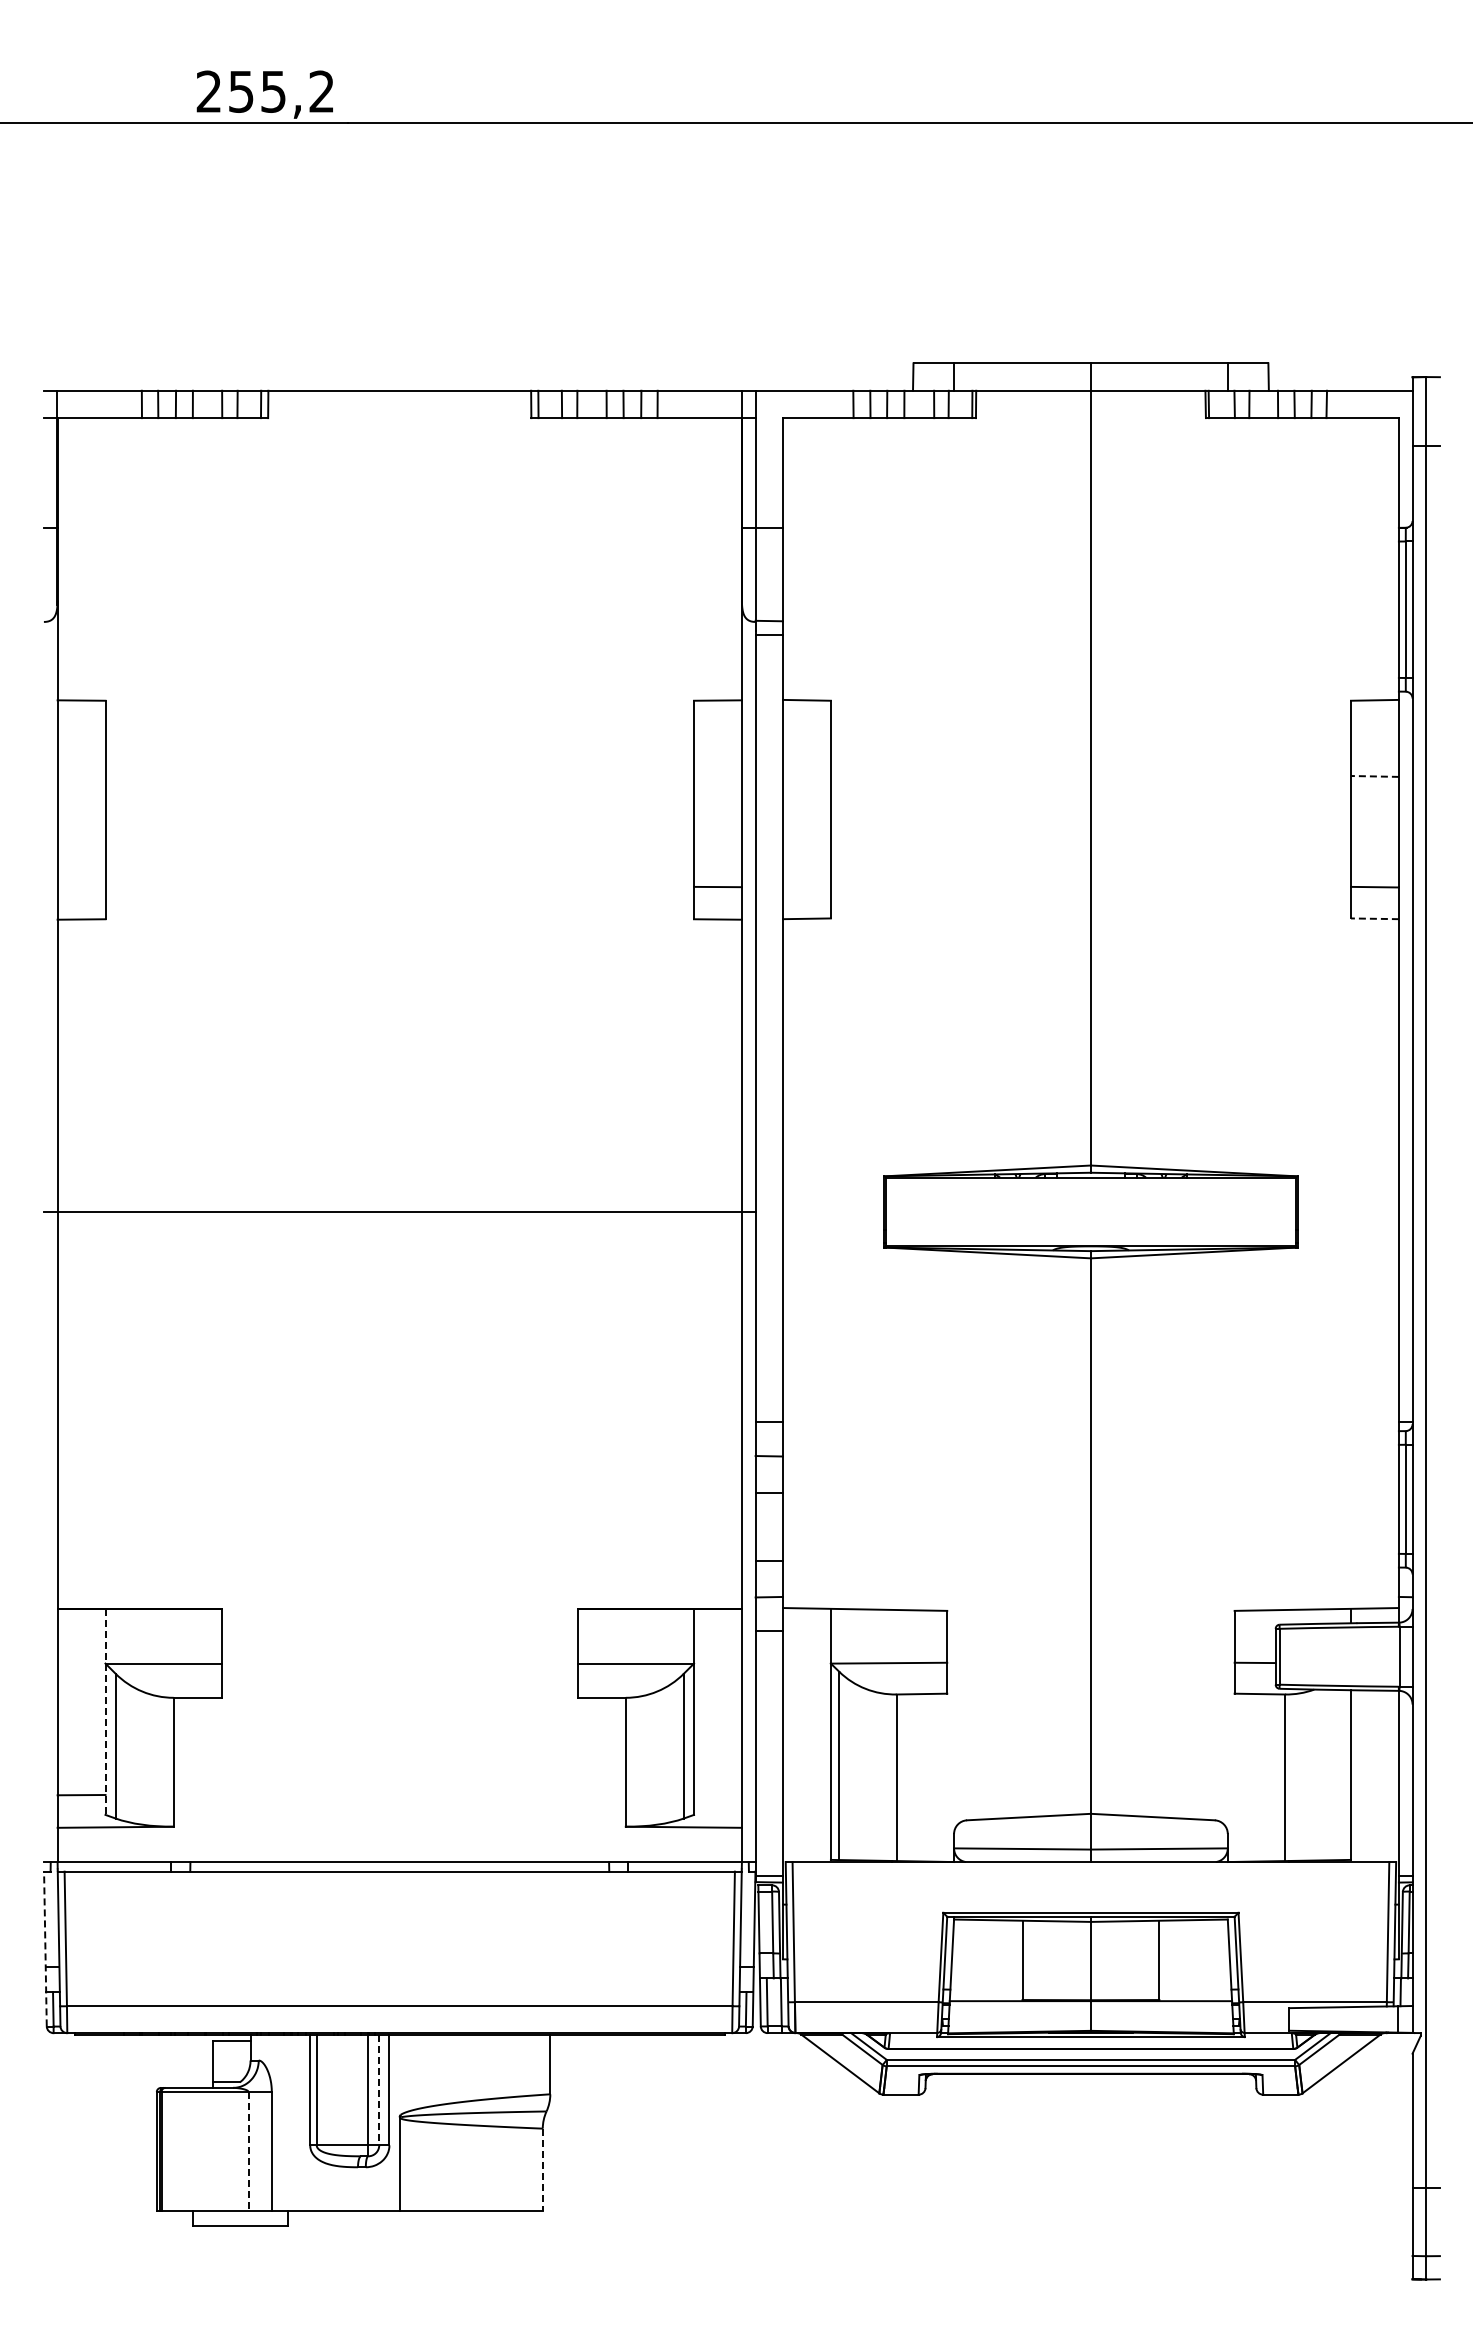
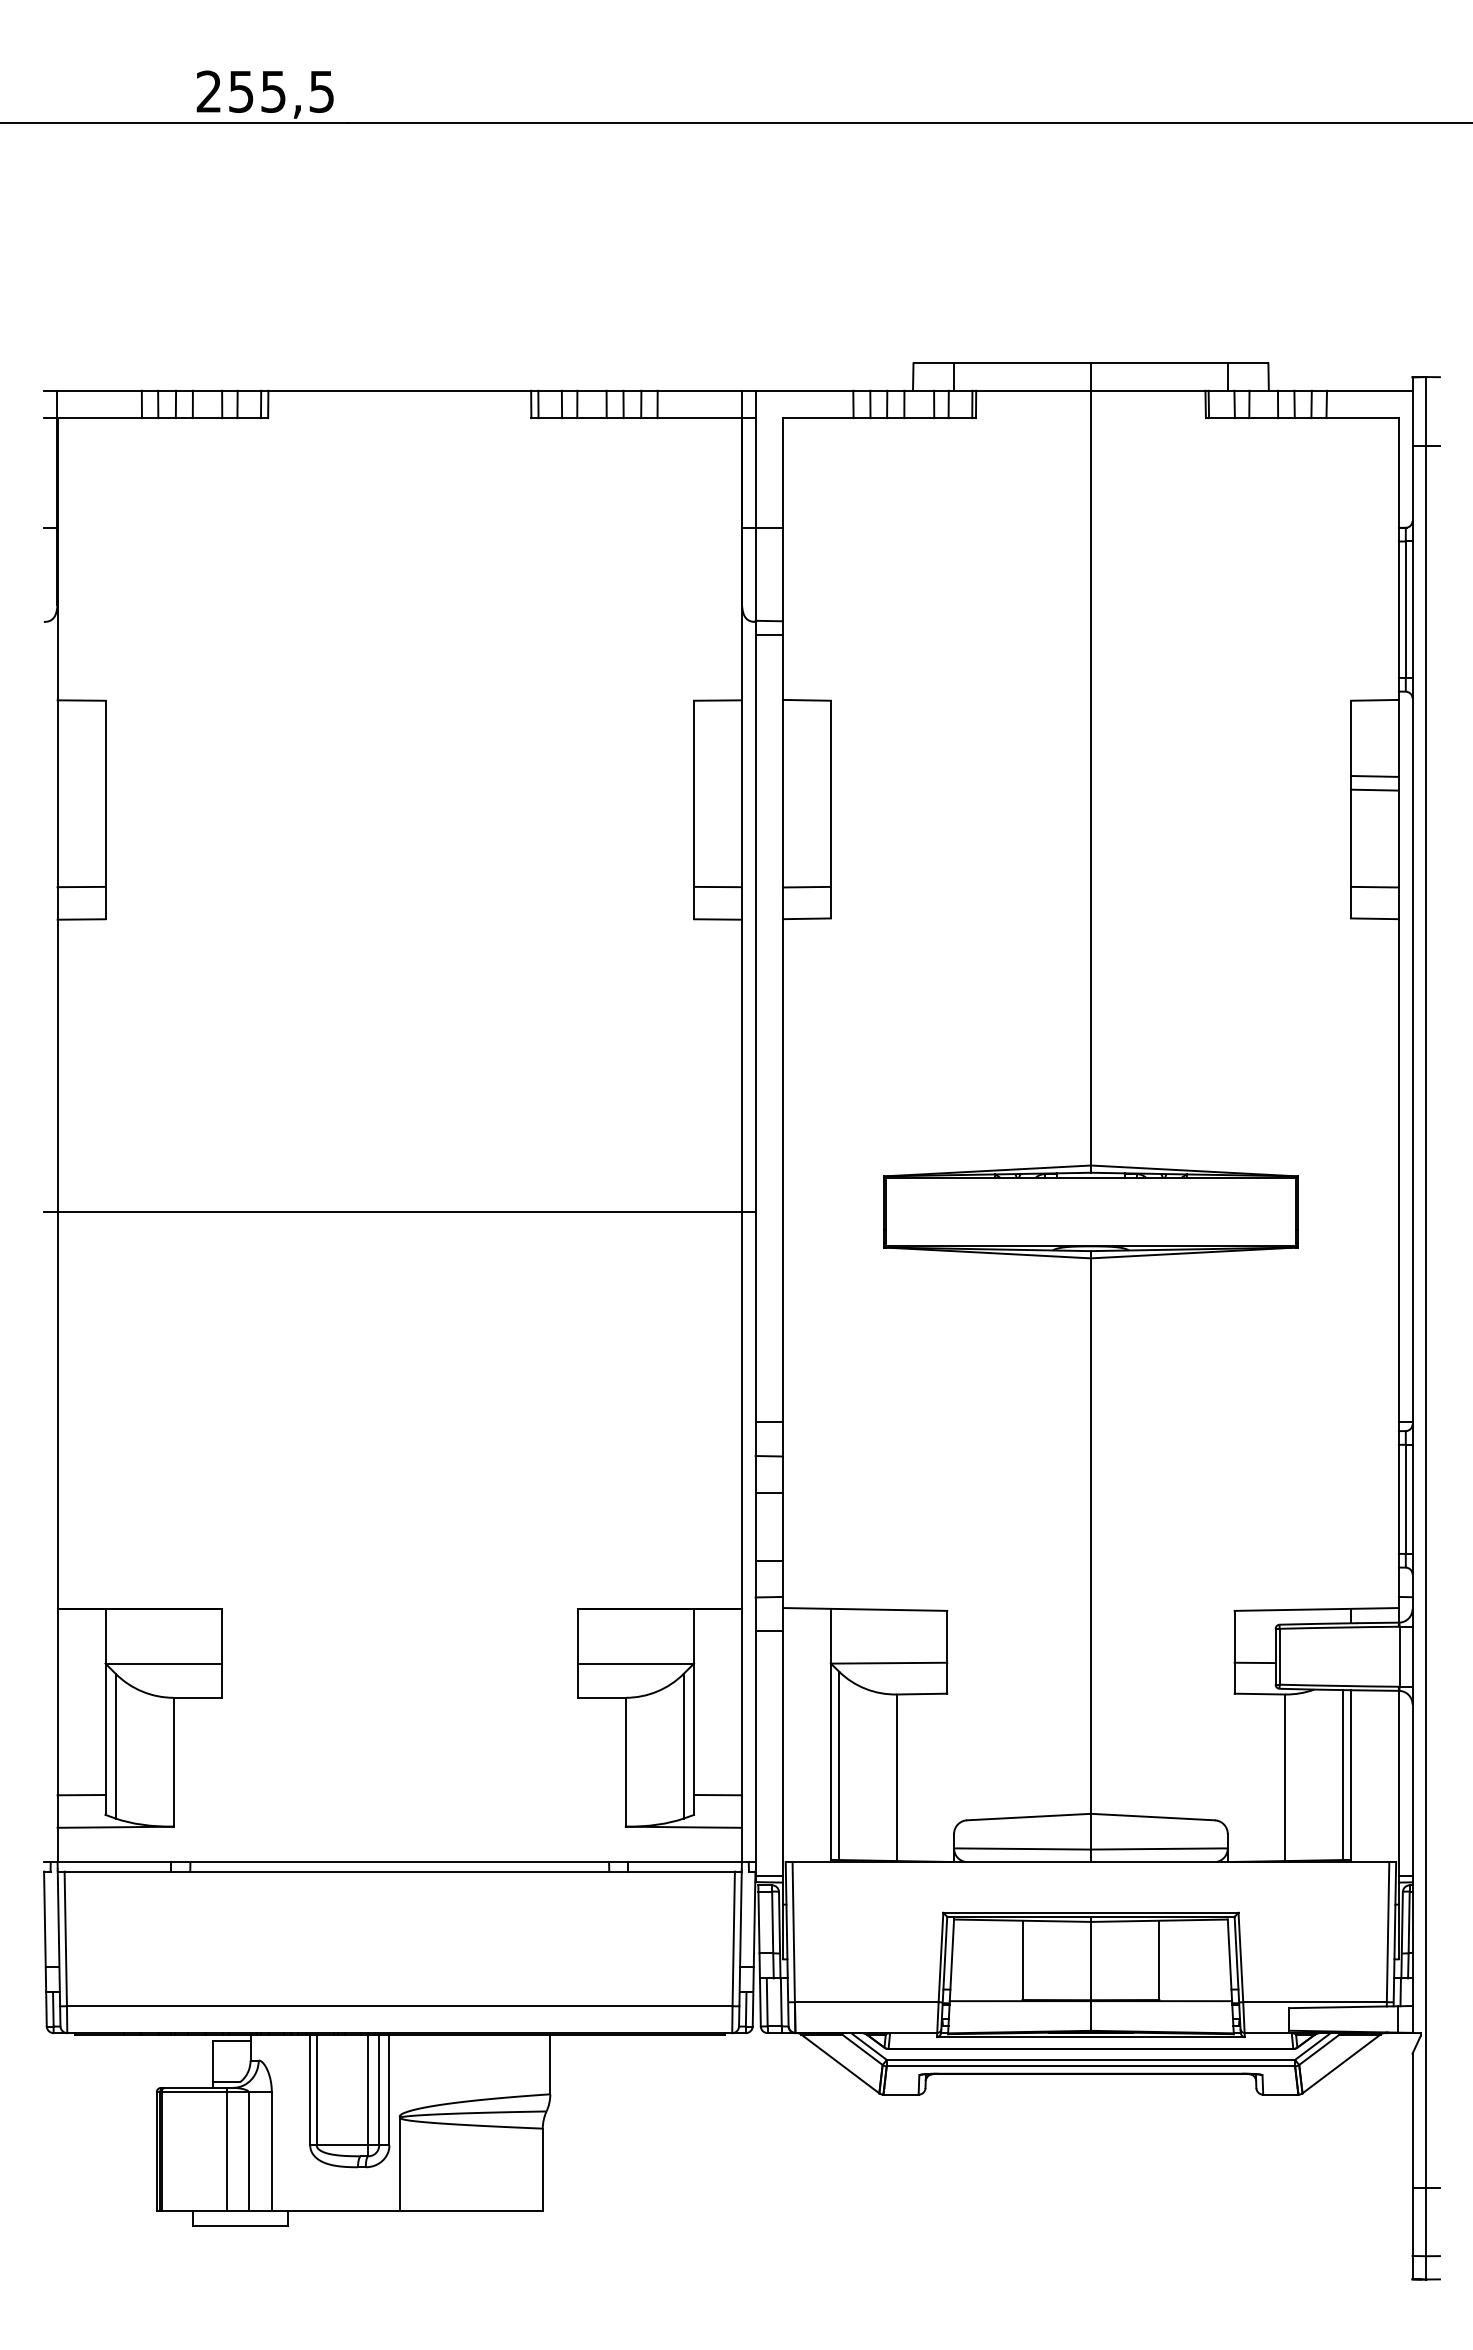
text at (321, 91): 255,2 -> 255,5
line at (1374, 776): dashed -> solid
line at (1374, 789): none -> present
line at (81, 886): none -> present
line at (806, 886): none -> present
line at (1374, 918): dashed -> solid
line at (105, 1712): dashed -> solid
line at (1342, 1775): none -> present
line at (717, 1795): none -> present
line at (45, 1948): dashed -> solid
line at (379, 2090): dashed -> solid
line at (226, 2149): none -> present
line at (248, 2151): dashed -> solid
line at (542, 2170): dashed -> solid
